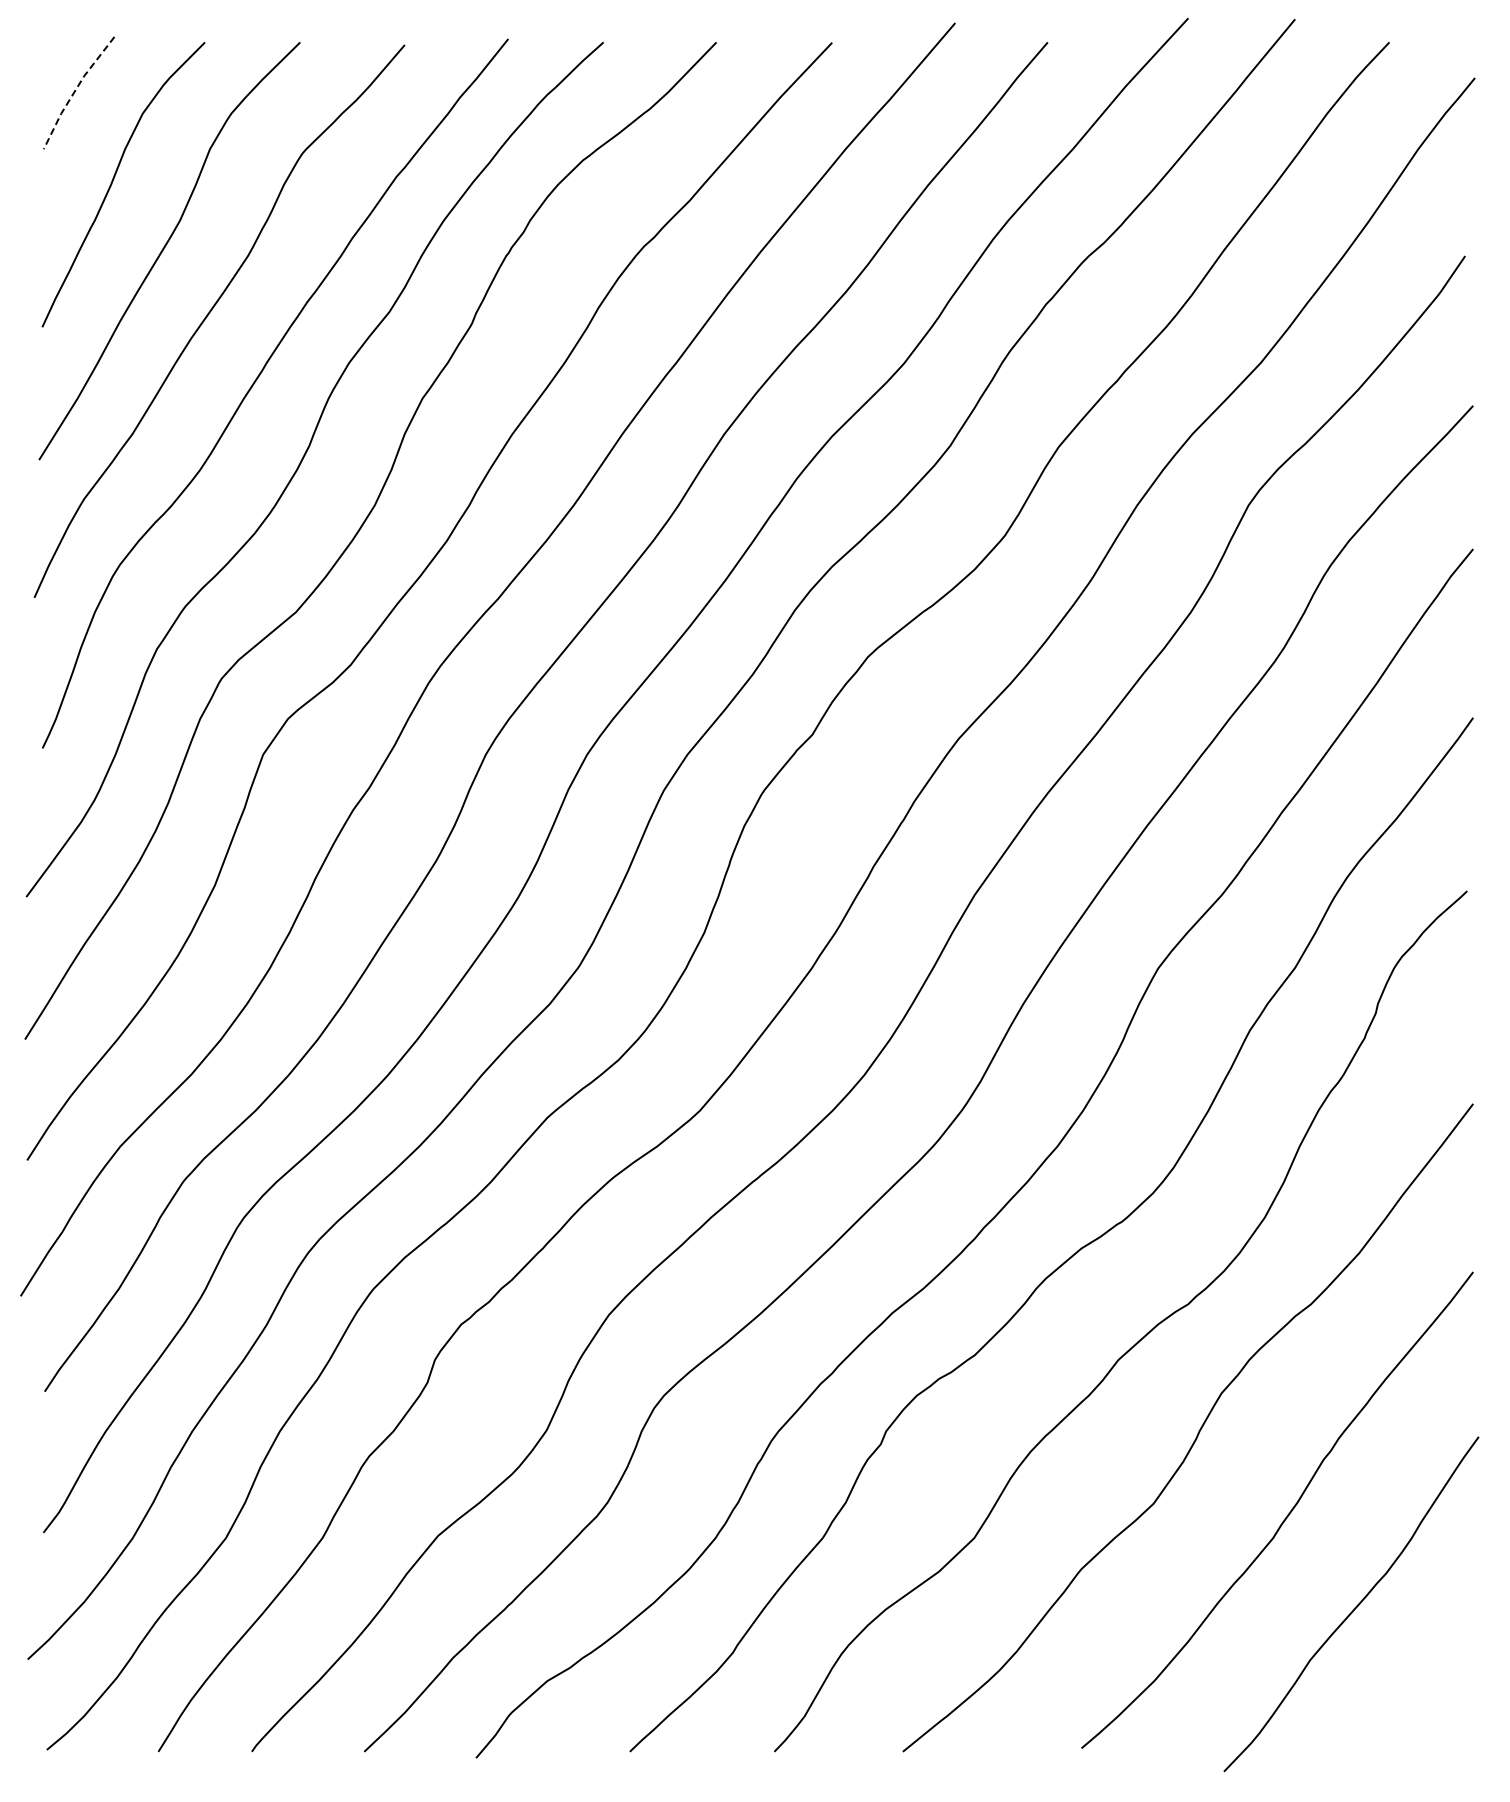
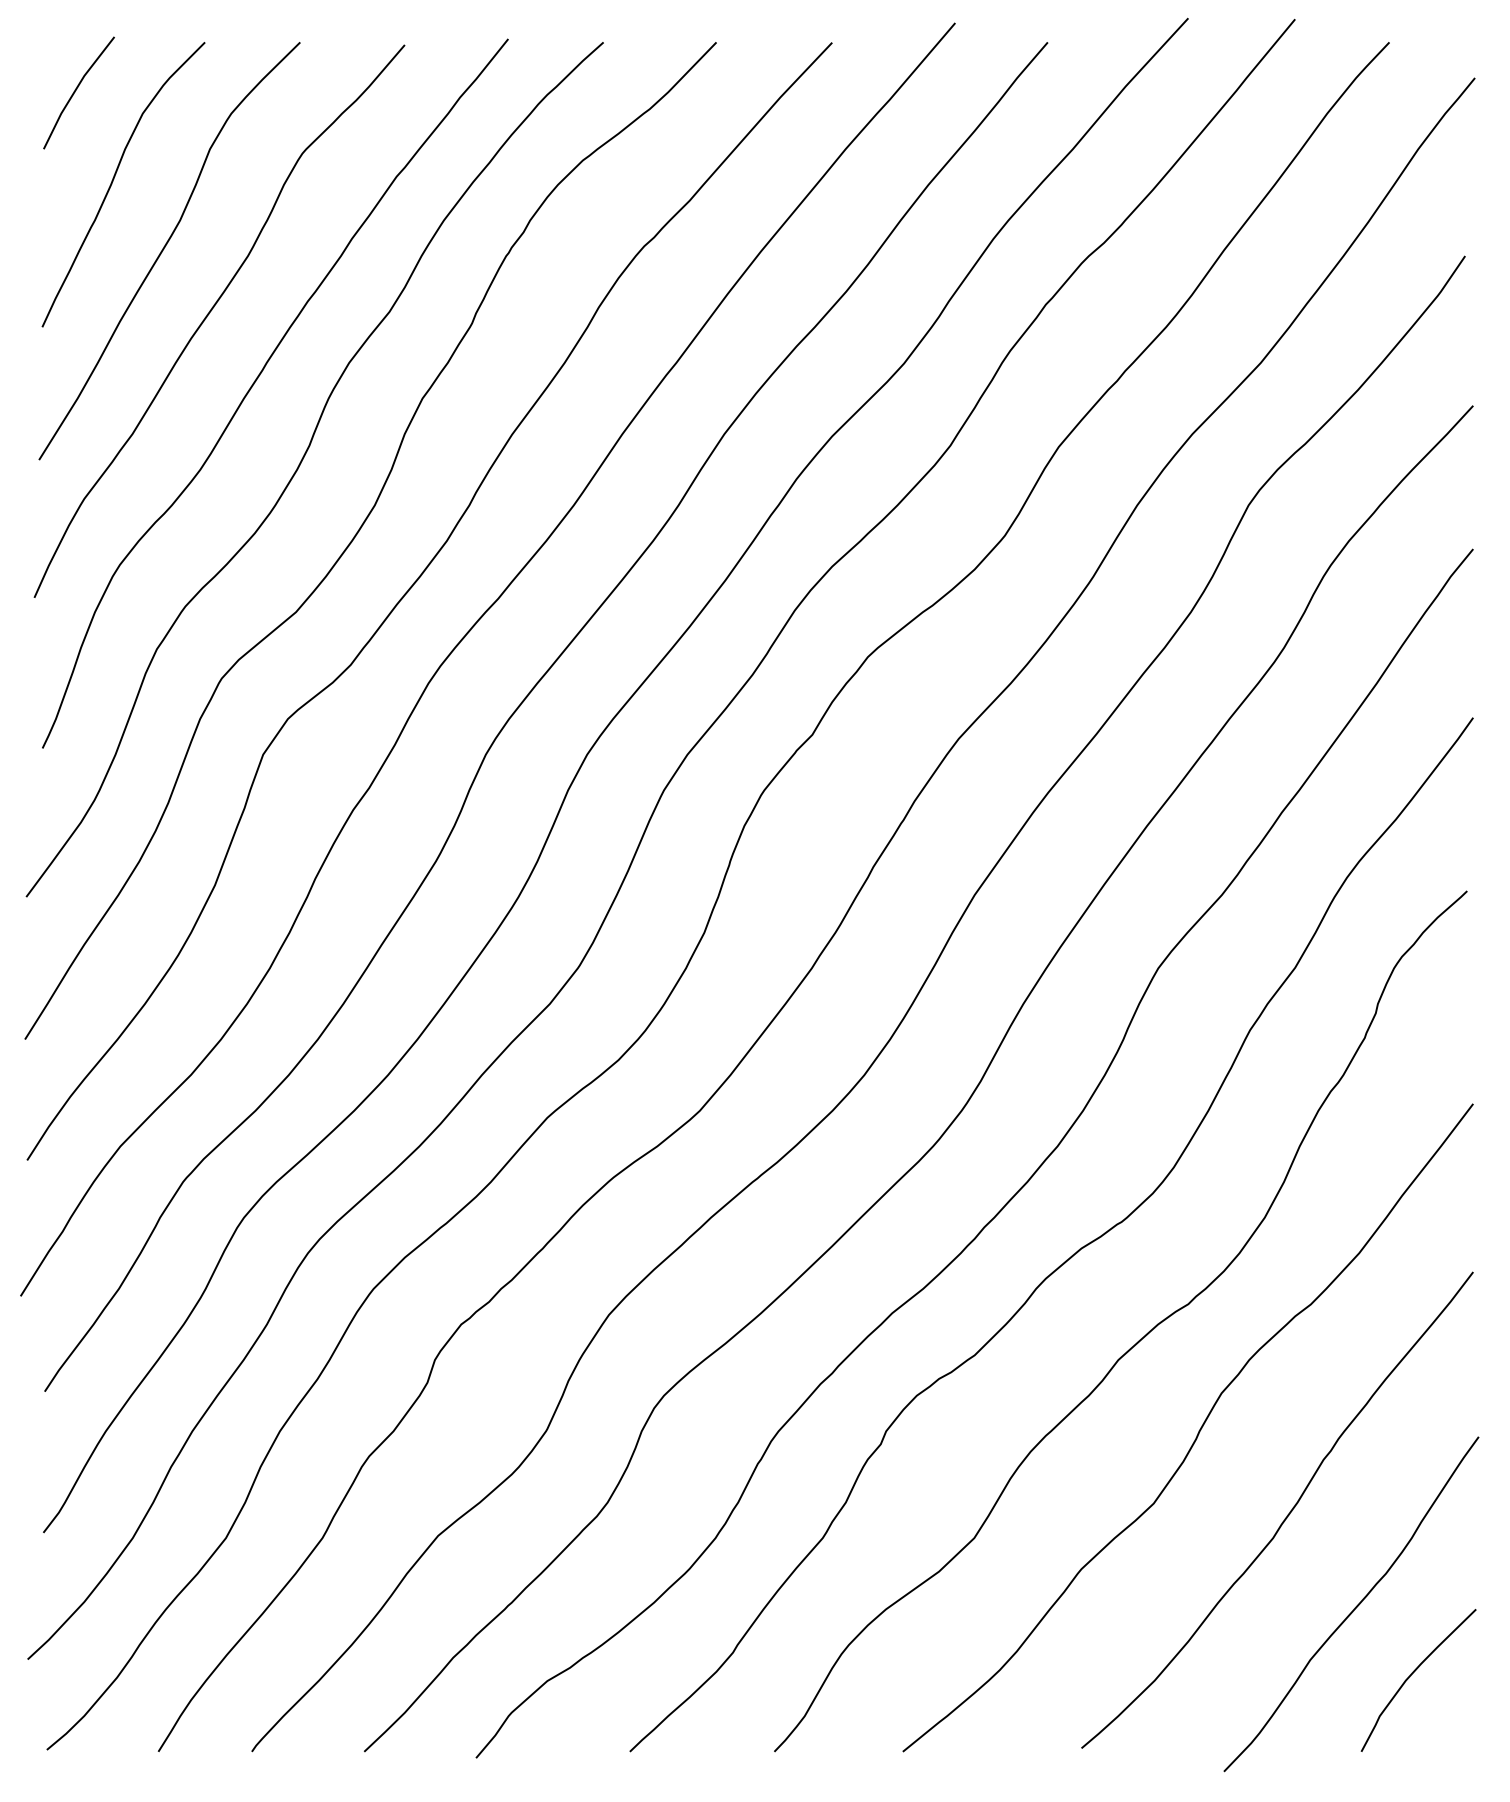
line at (75, 91): dashed -> solid
curve at (1412, 1674): none -> present
